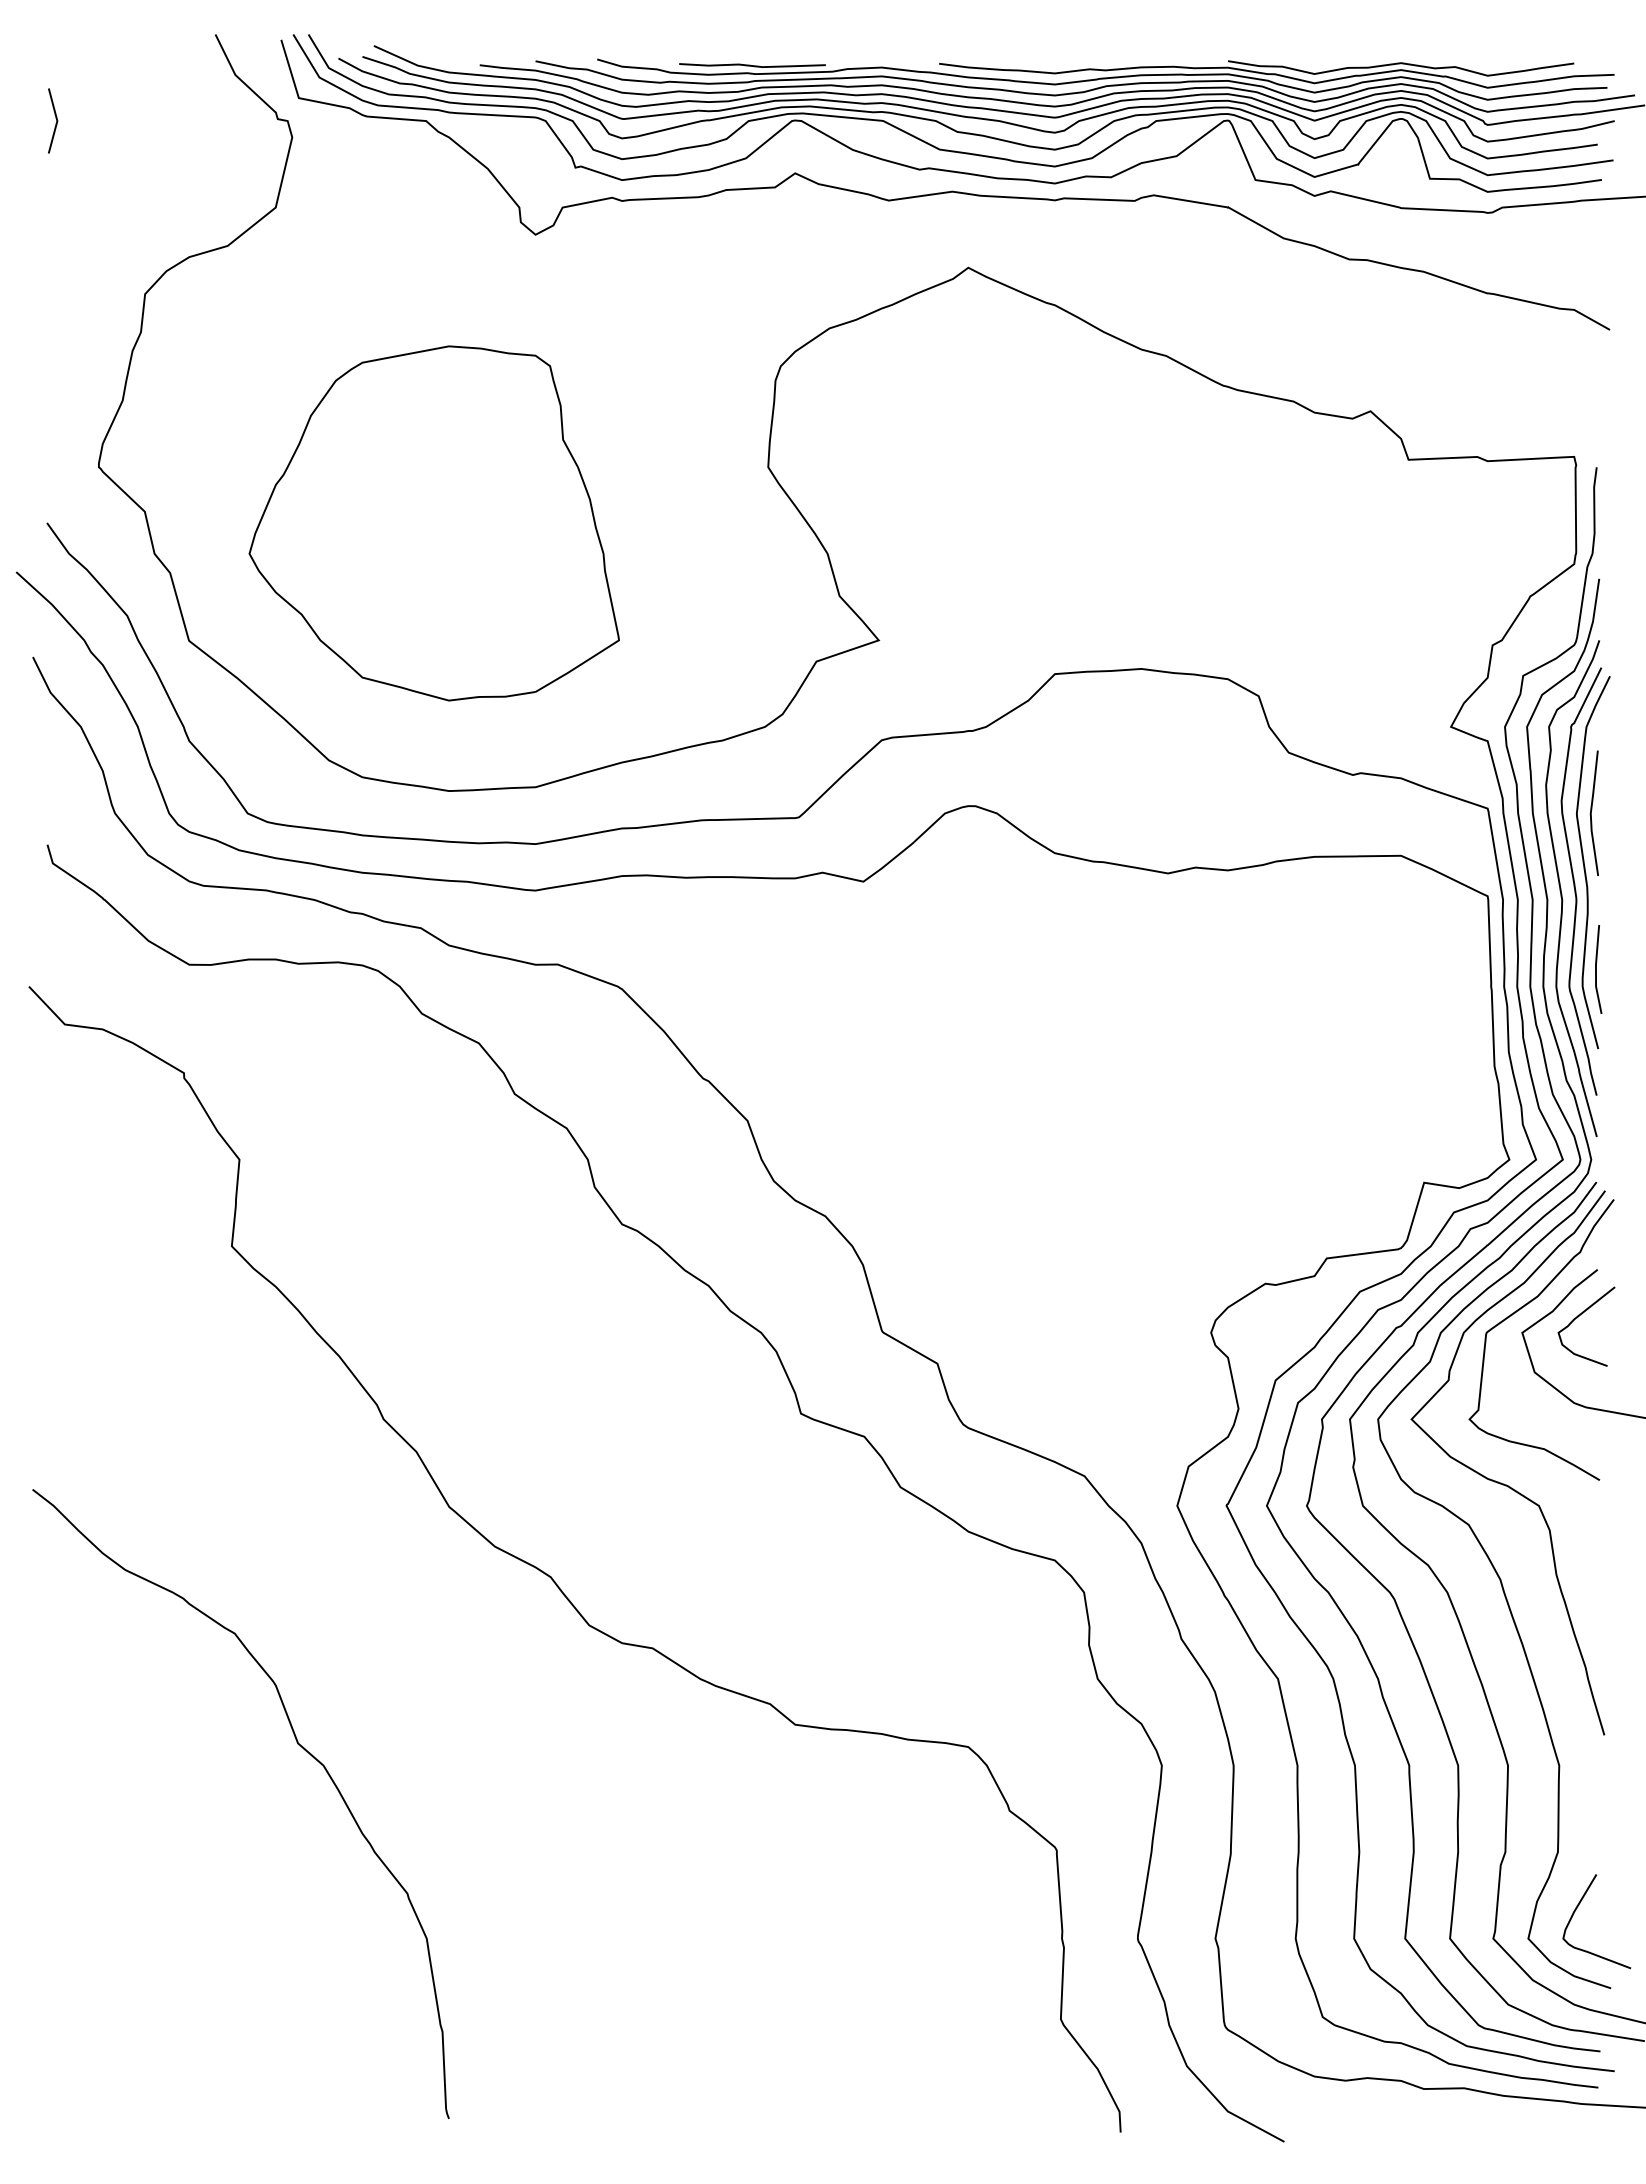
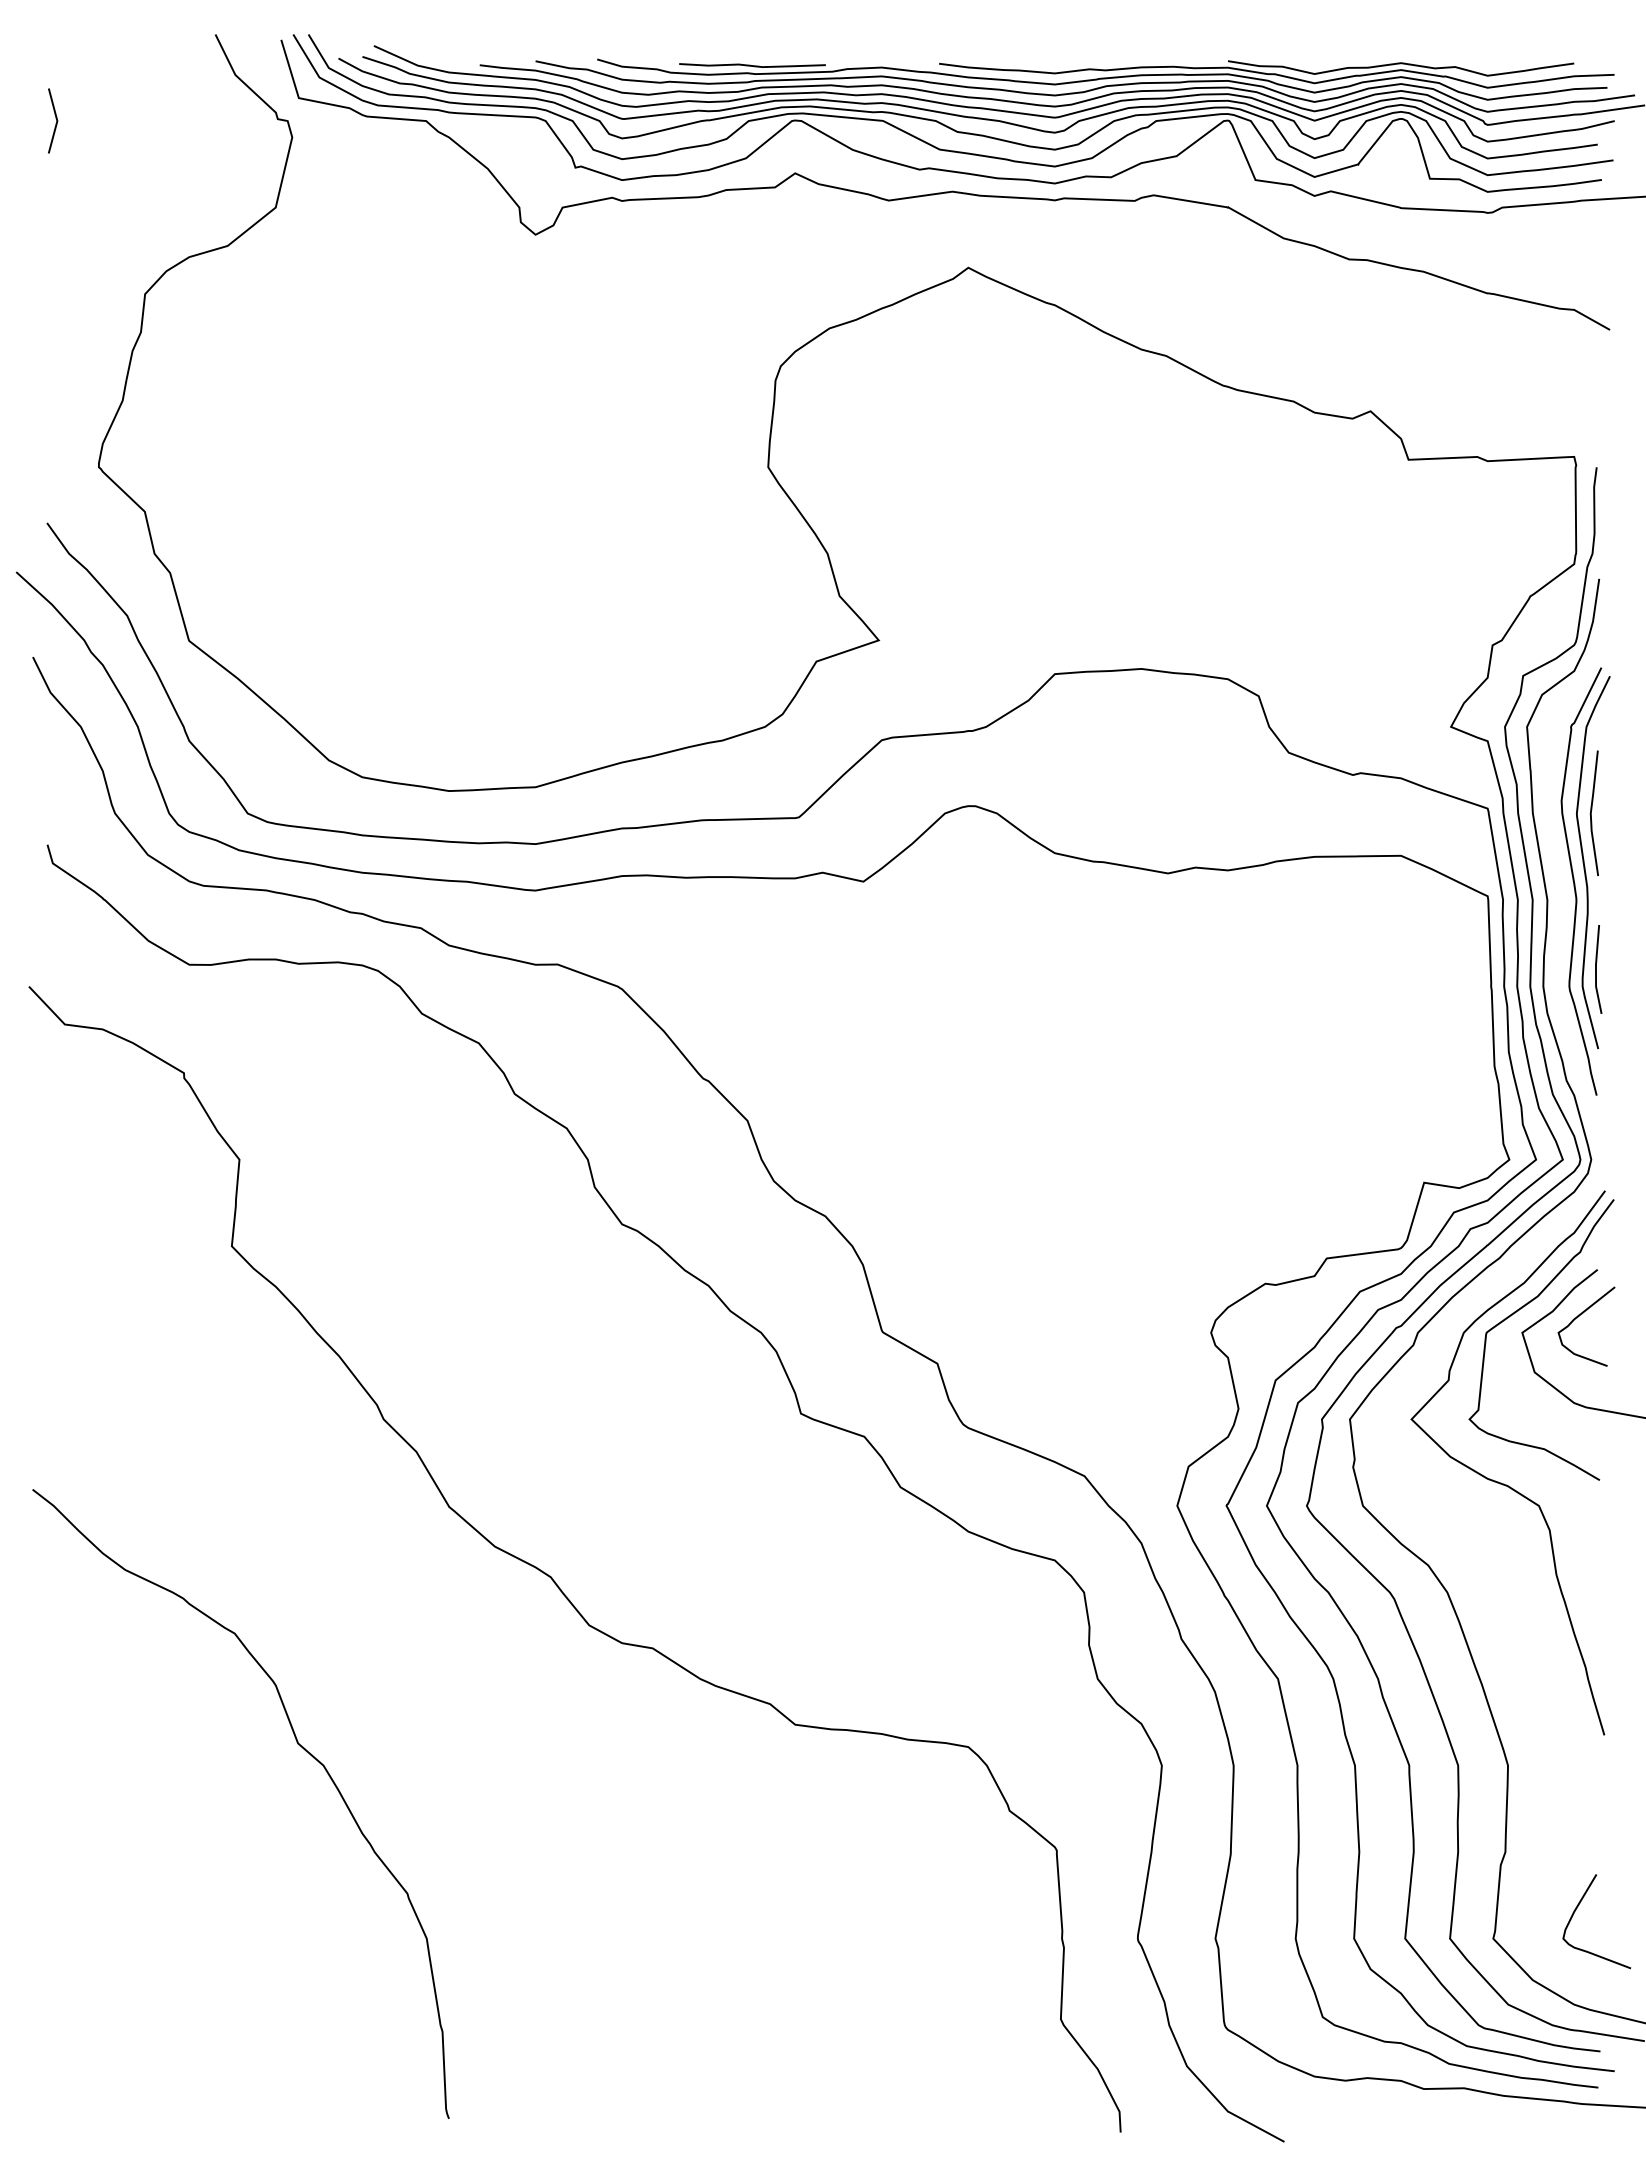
part at (433, 523): present -> none
curve at (1561, 888): present -> none
curve at (1500, 1584): present -> none
